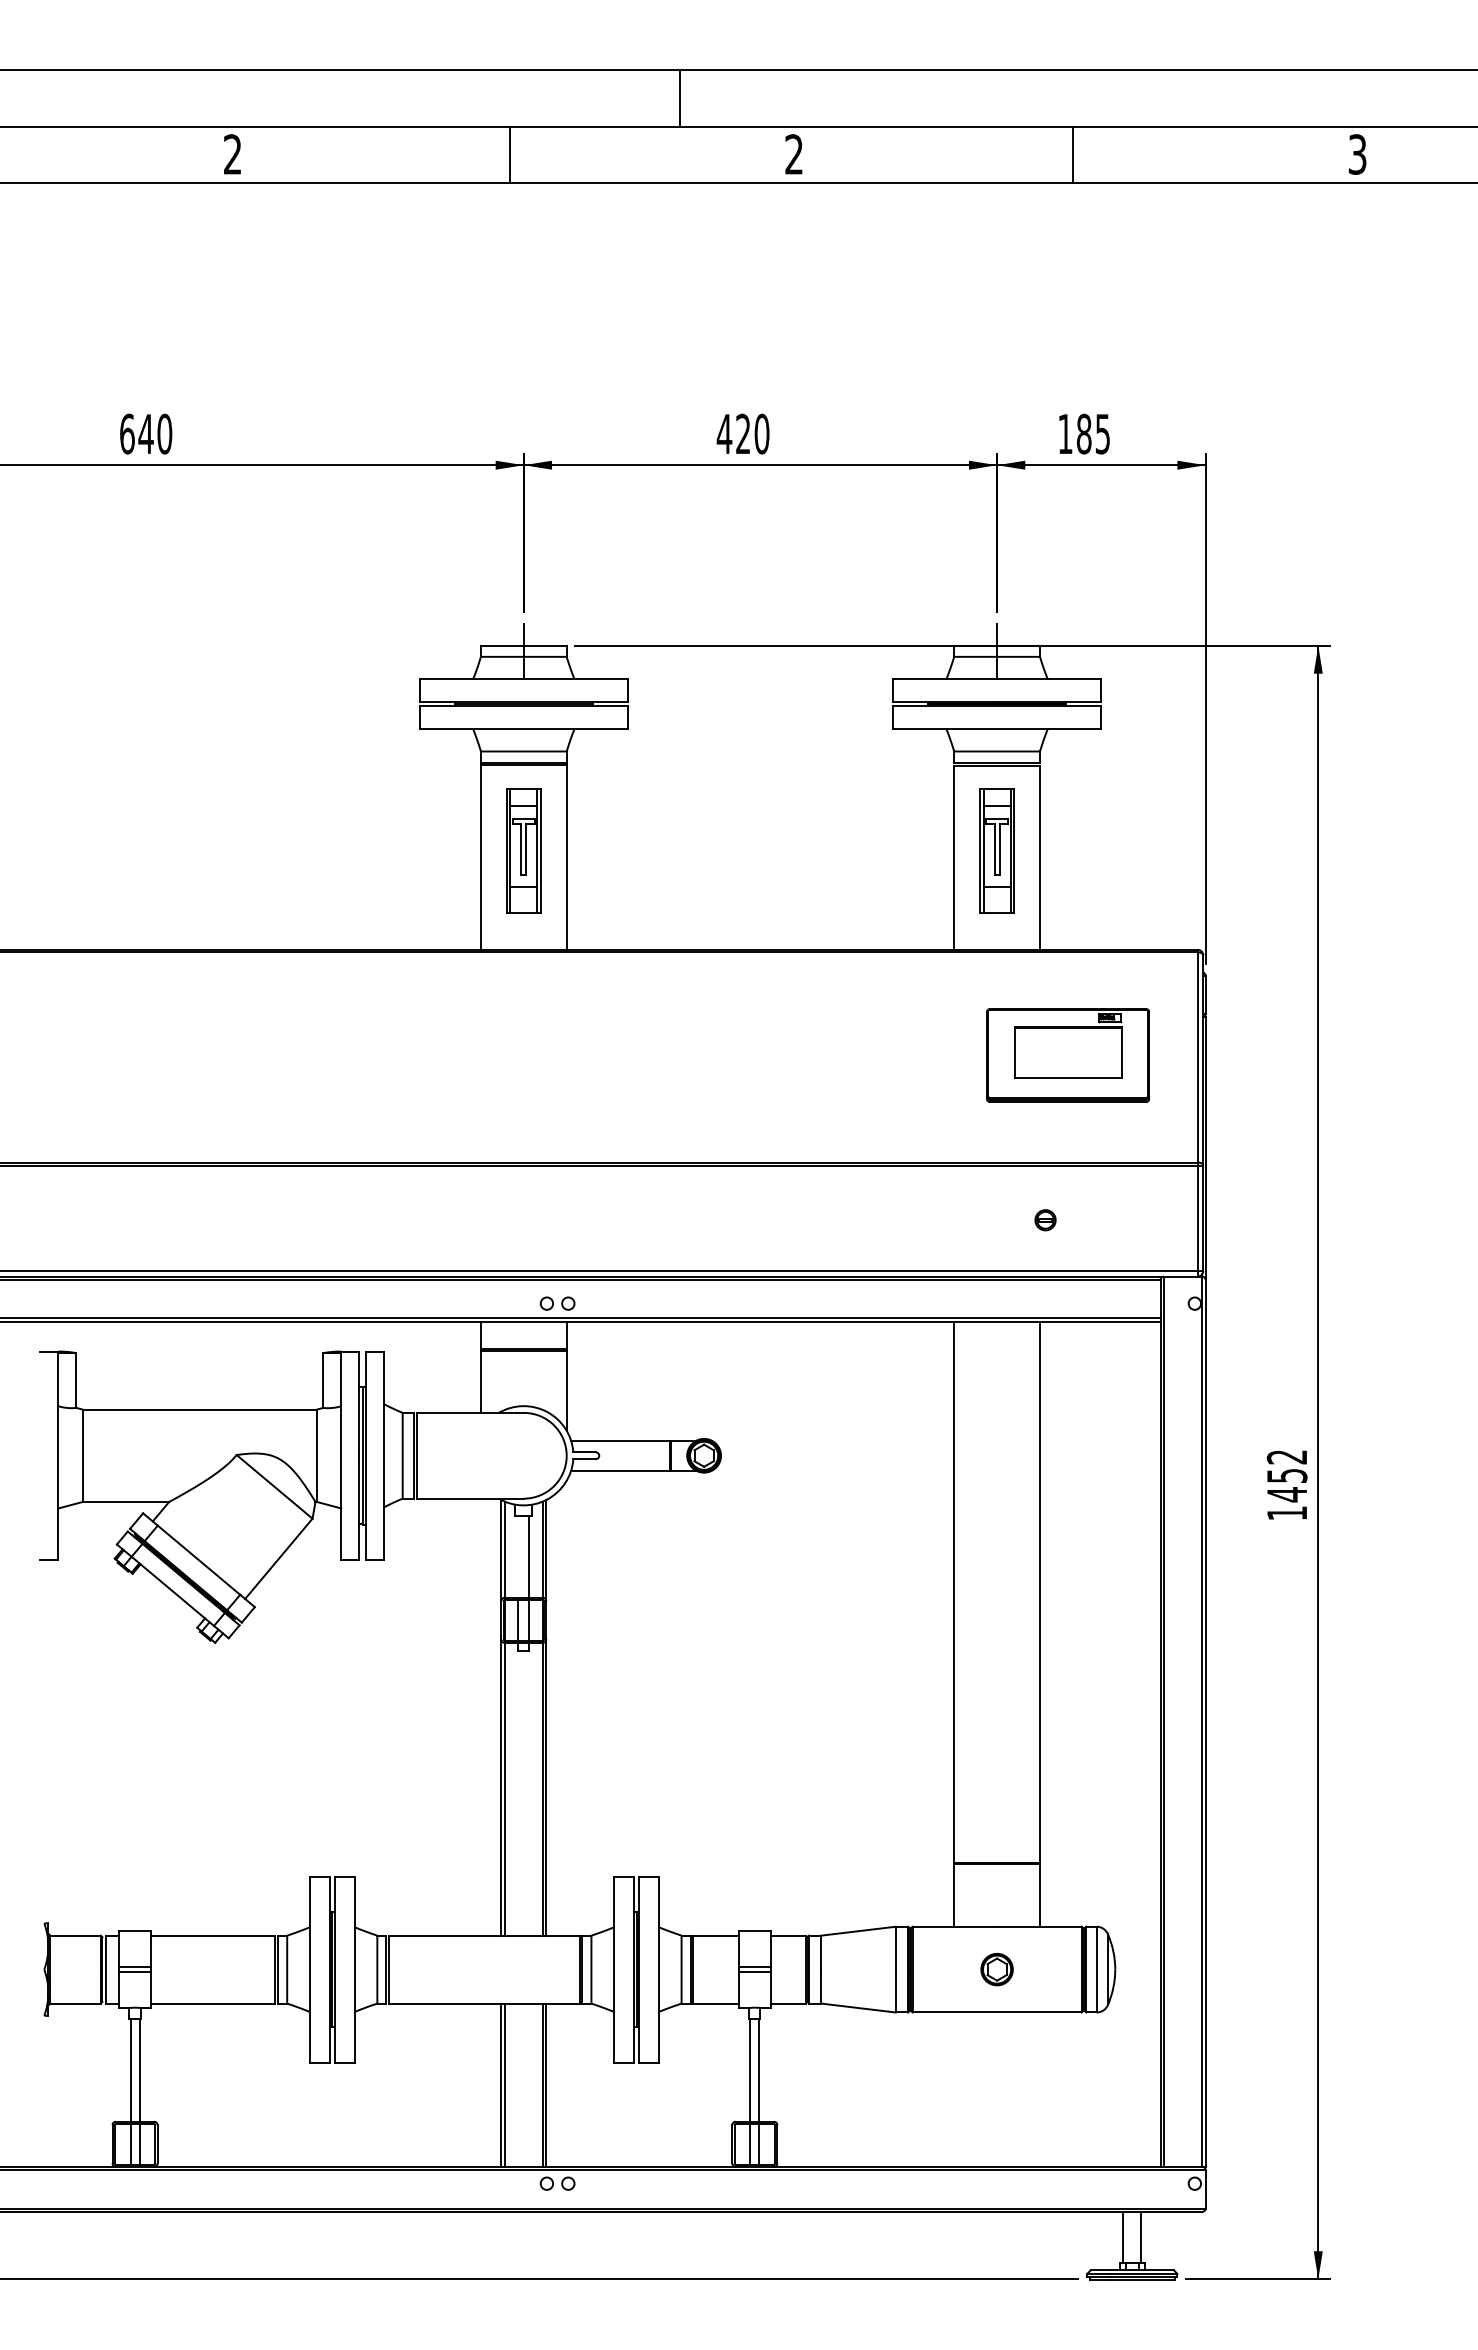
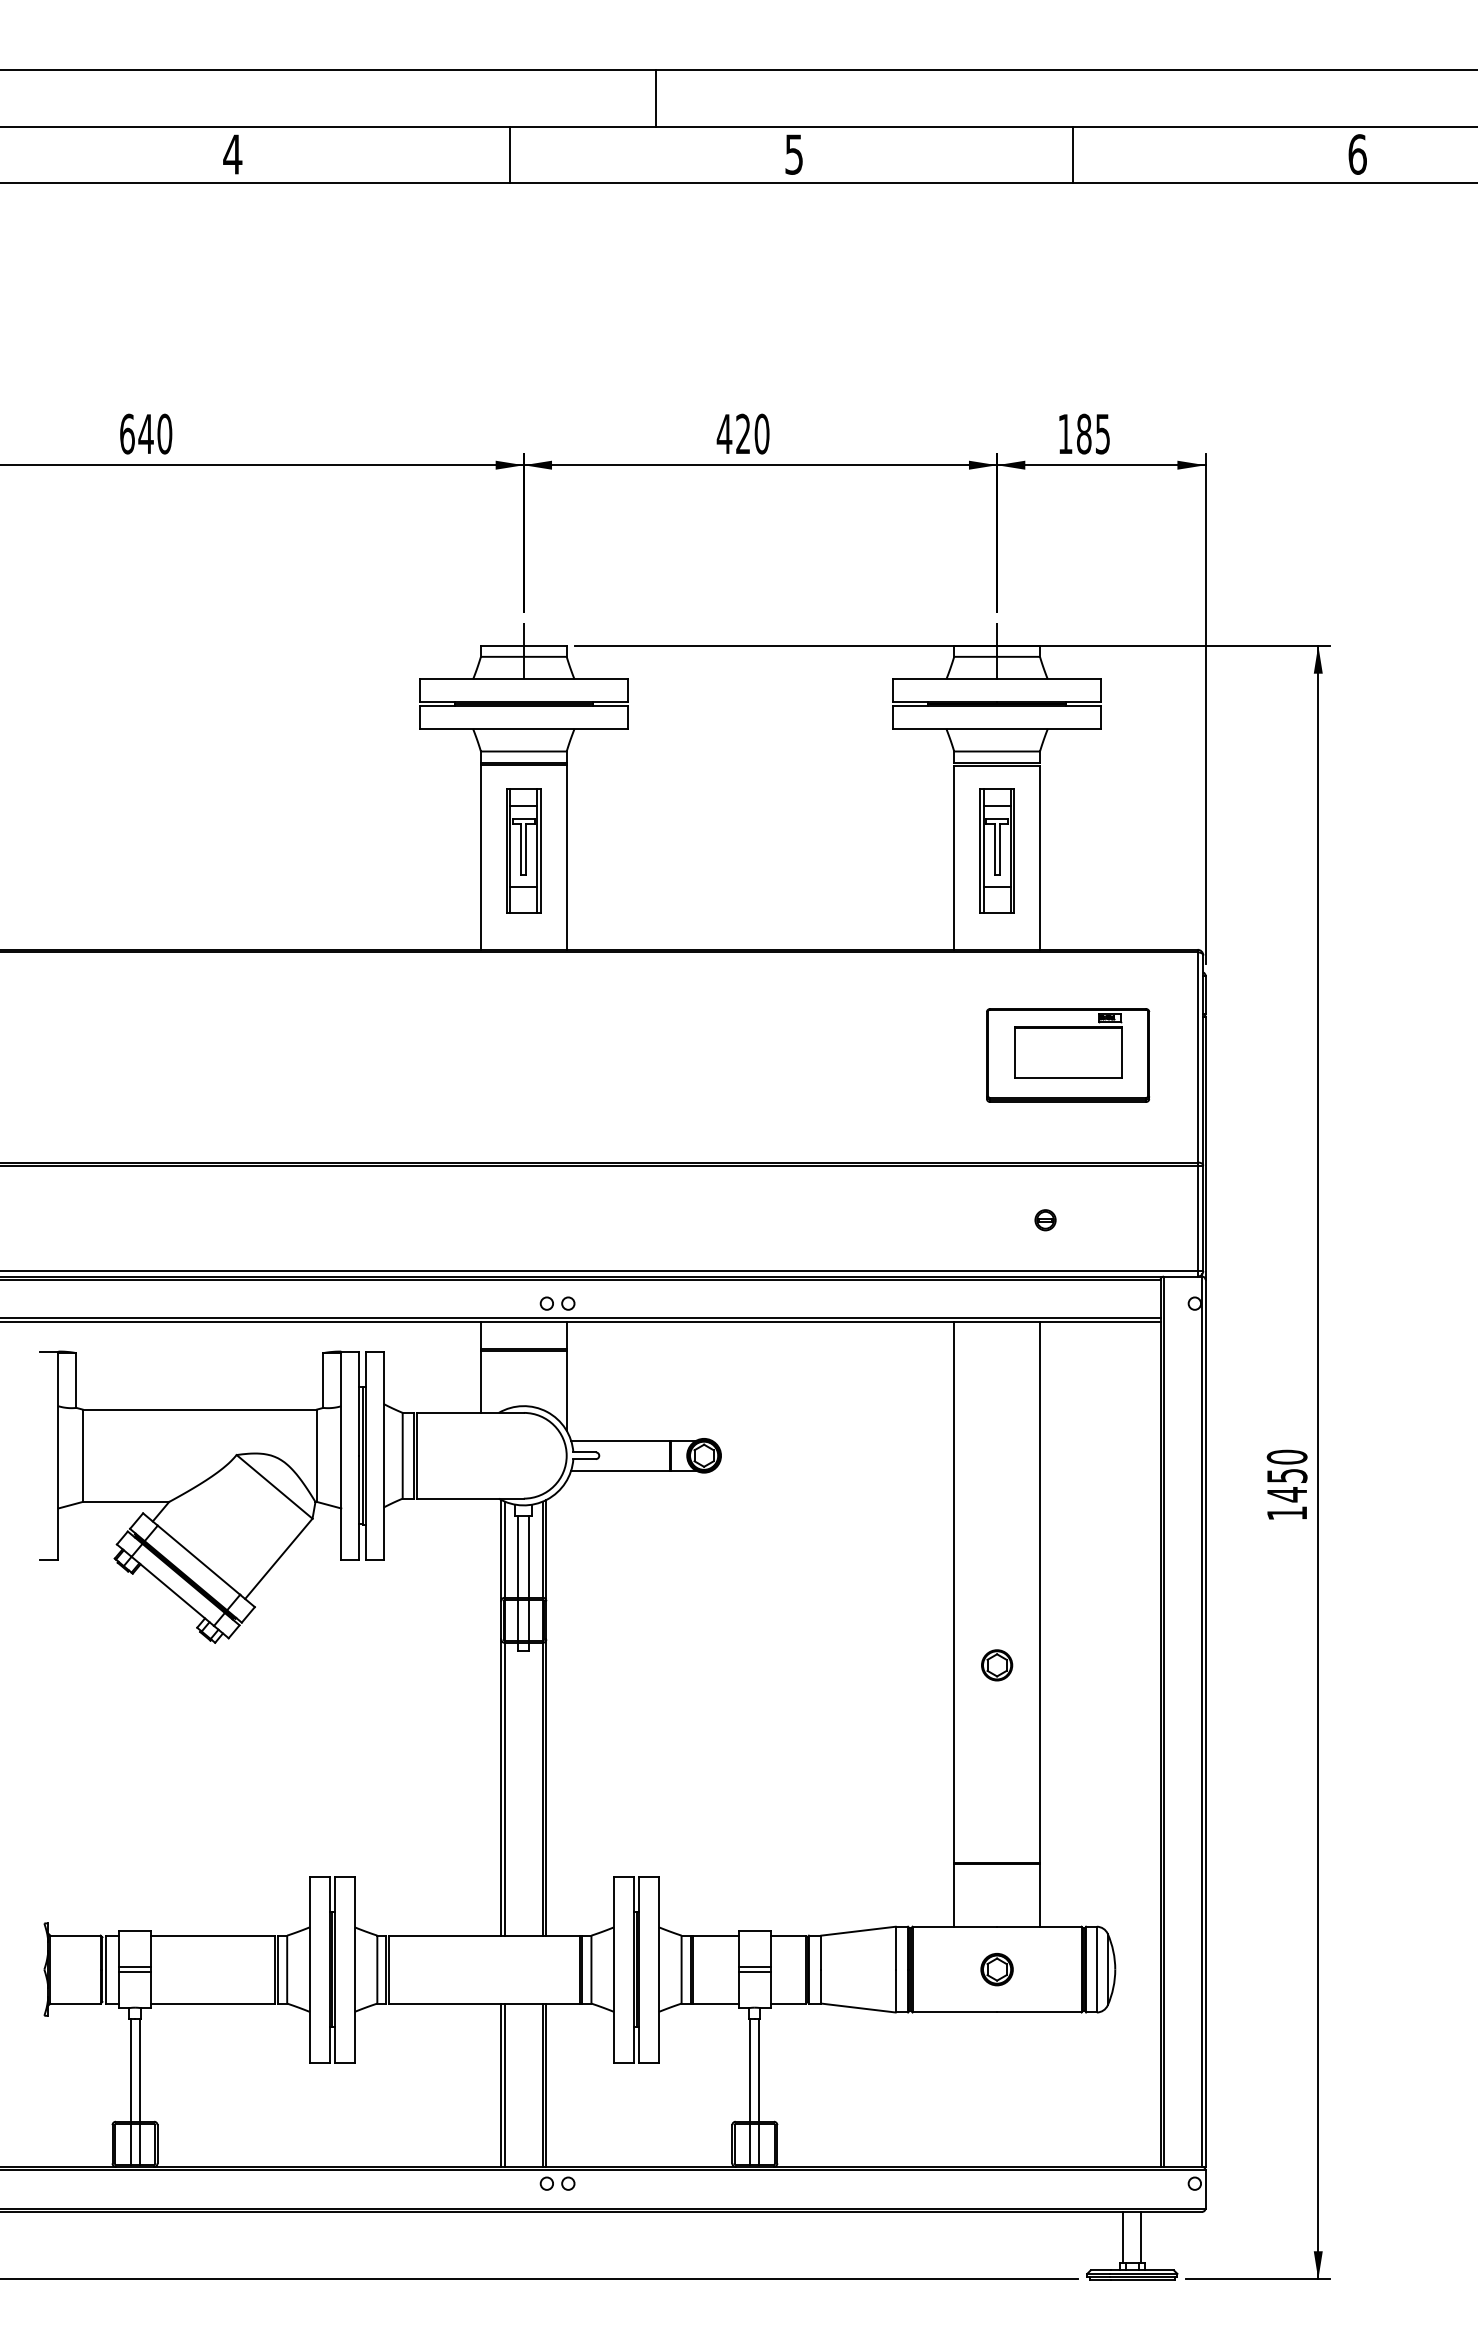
line at (680, 98) position: (680, 98) -> (656, 98)
text at (232, 154): 2 -> 4
text at (793, 154): 2 -> 5
text at (1357, 154): 3 -> 6
text at (1286, 1456): 1452 -> 1450
line at (518, 1556): none -> present
part at (997, 1665): none -> present
